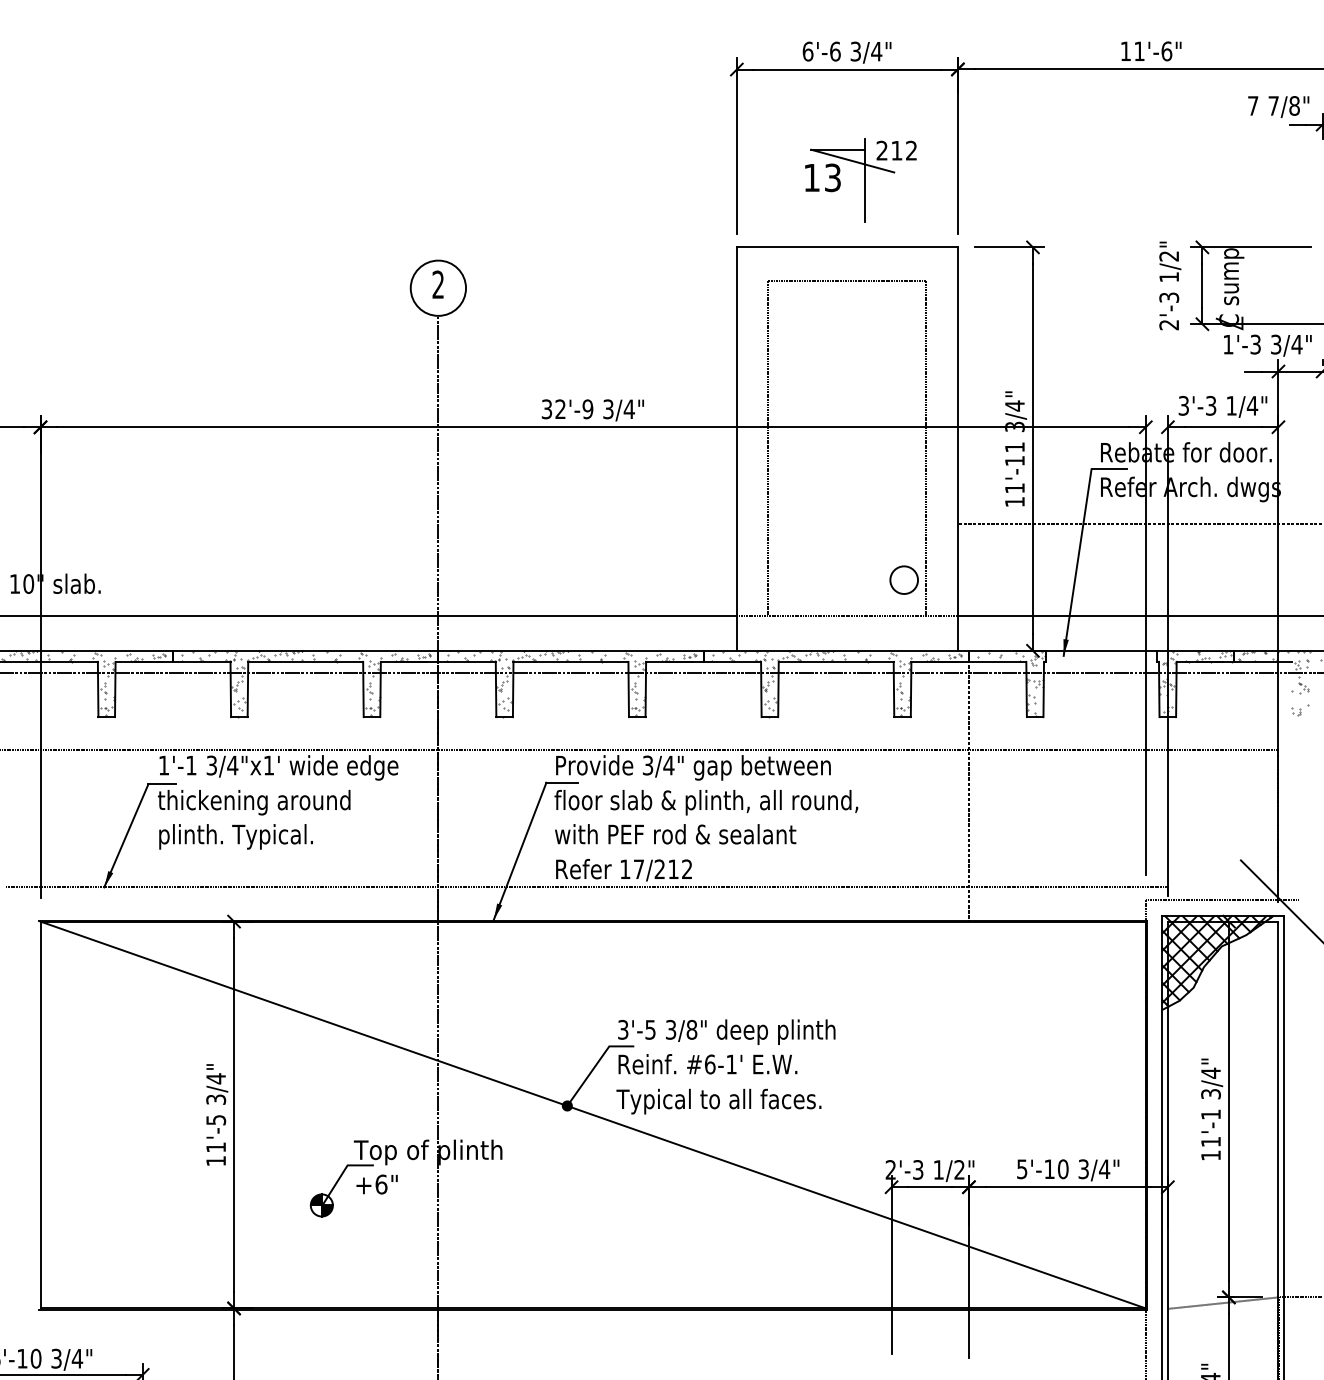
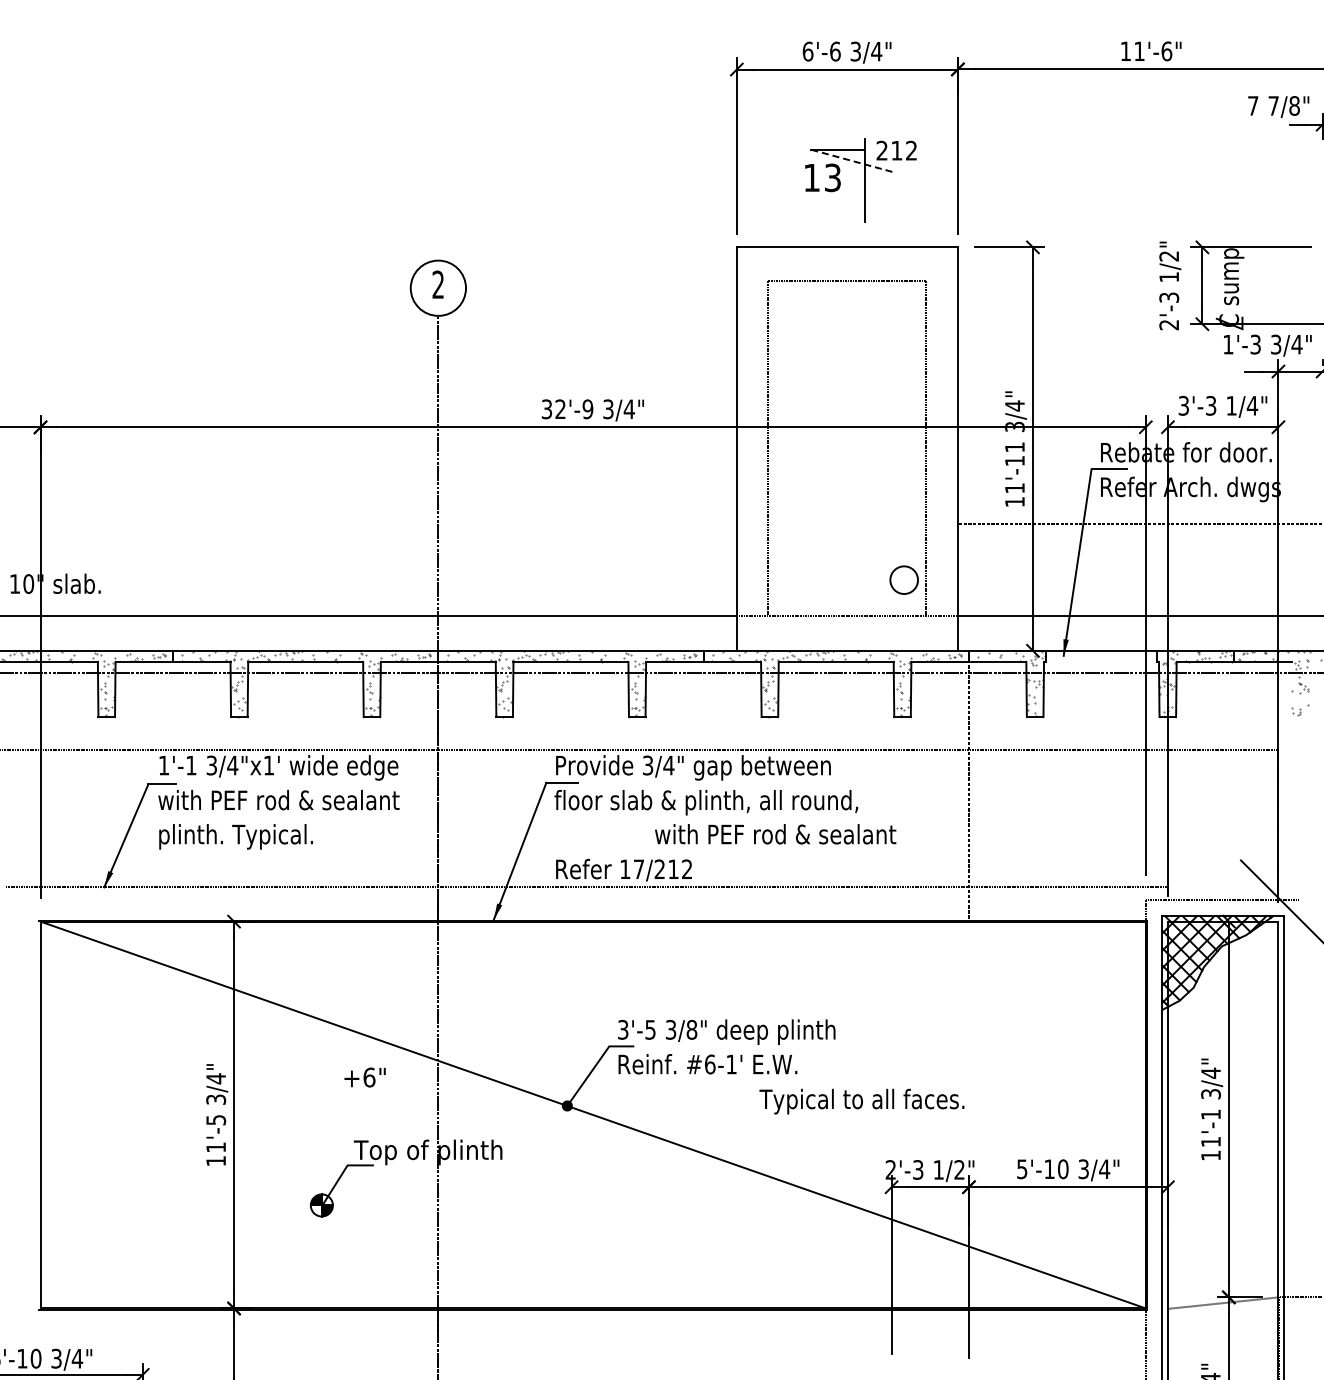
line at (852, 161): solid -> dashed
text at (278, 802): thickening around -> with PEF rod & sealant
text at (675, 834) position: (675, 834) -> (775, 834)
text at (718, 1101) position: (718, 1101) -> (861, 1101)
text at (376, 1184) position: (376, 1184) -> (364, 1077)
